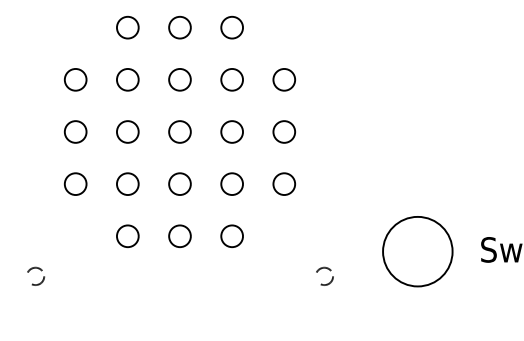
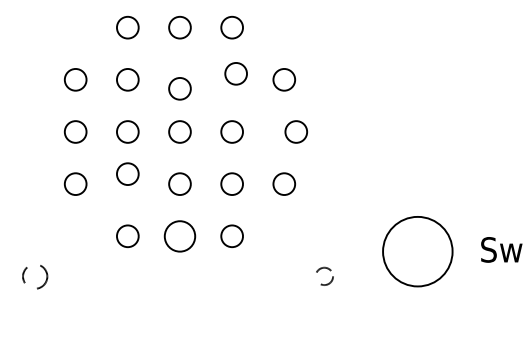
circle at (179, 79) position: (179, 79) -> (179, 88)
circle at (231, 79) position: (231, 79) -> (235, 73)
circle at (283, 131) position: (283, 131) -> (295, 131)
circle at (127, 183) position: (127, 183) -> (127, 173)
circle at (179, 235) size: 24x24 px -> 34x33 px
circle at (36, 275) size: 19x20 px -> 27x25 px
